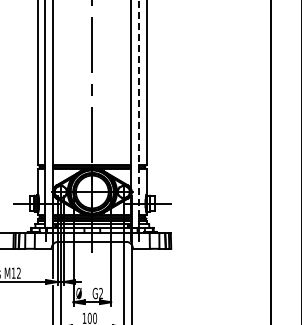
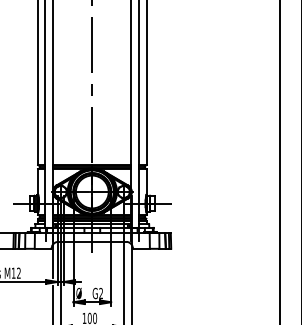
line at (139, 113): dashed -> solid
line at (270, 161) position: (270, 161) -> (279, 161)
